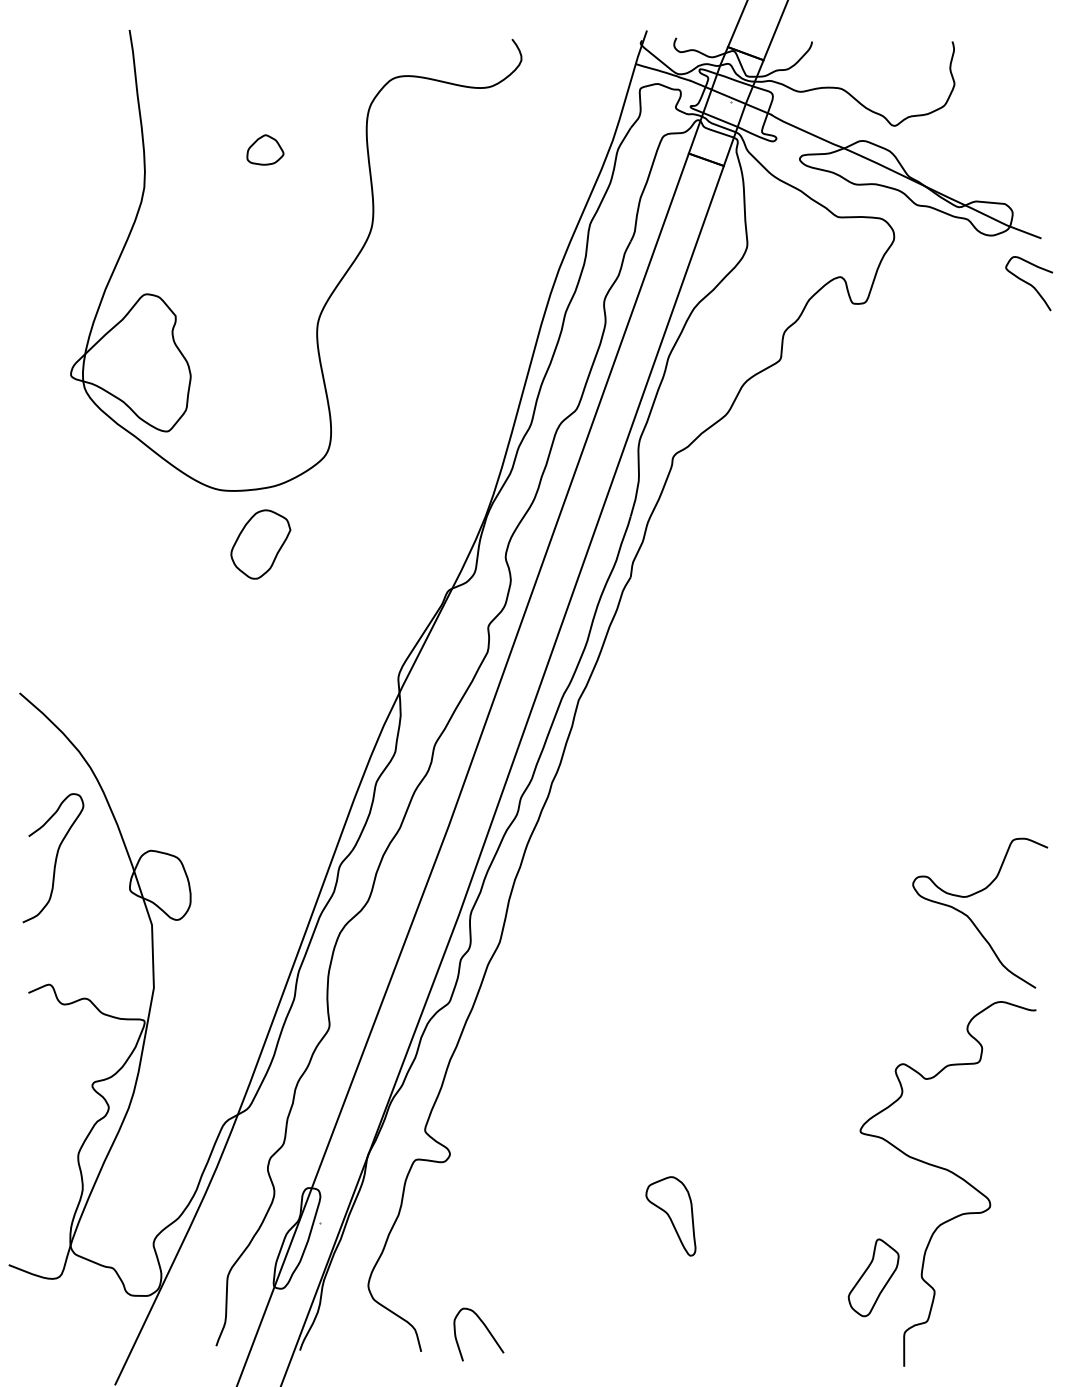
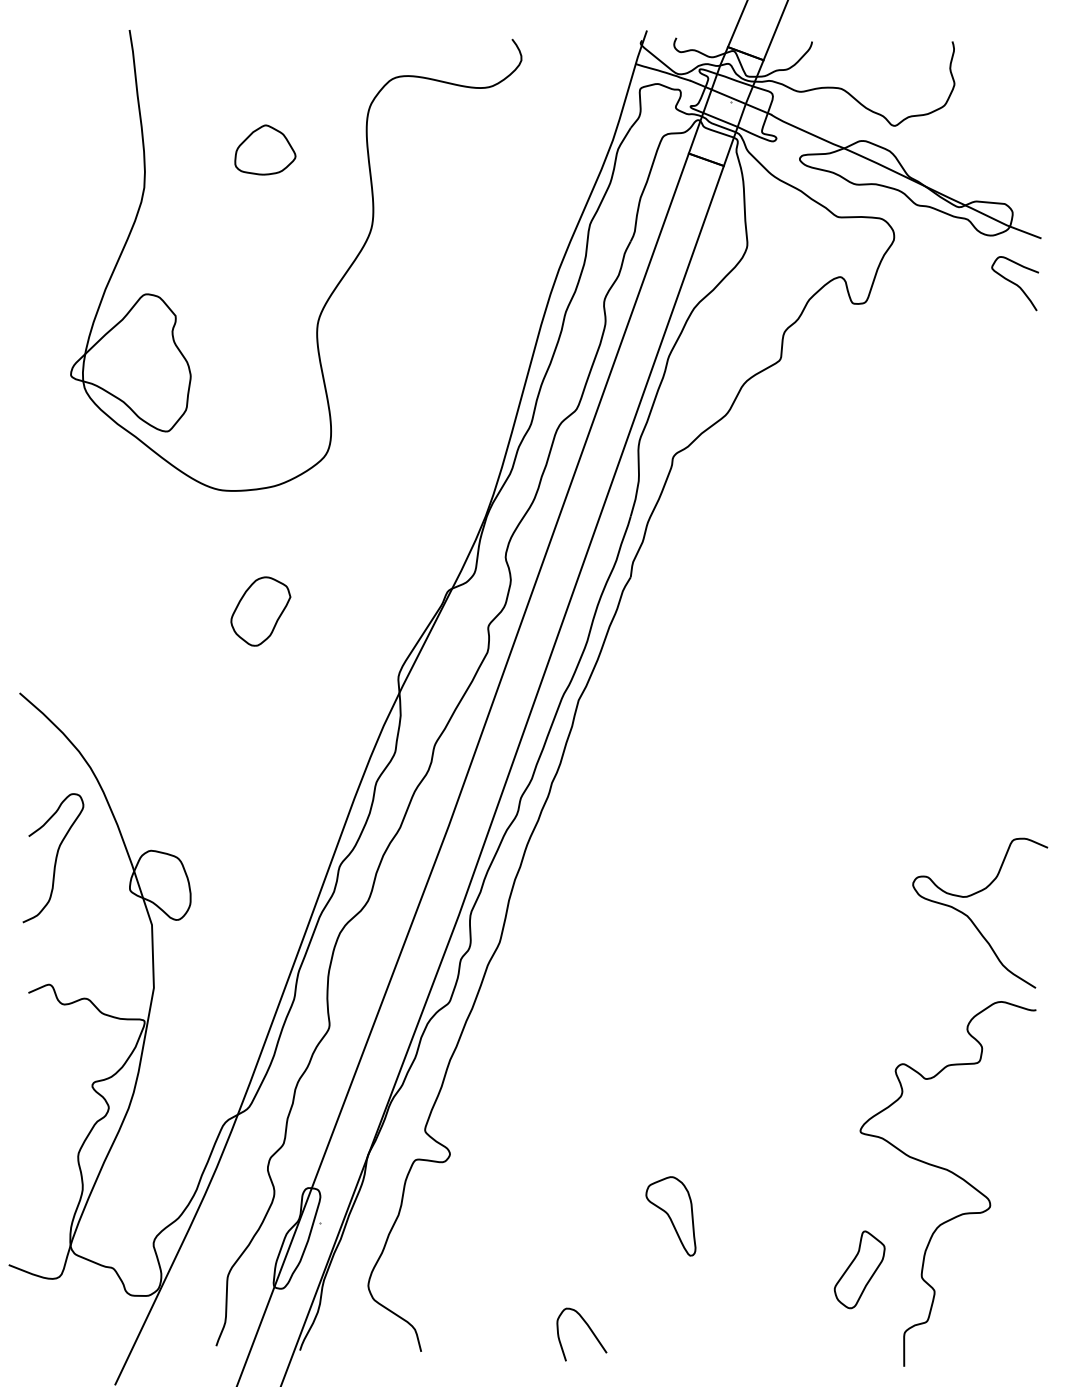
part at (265, 149) size: 39x32 px -> 63x52 px
curve at (1029, 283) position: (1029, 283) -> (1015, 283)
part at (260, 544) position: (260, 544) -> (260, 611)
part at (873, 1277) position: (873, 1277) -> (859, 1269)
curve at (486, 1329) position: (486, 1329) -> (589, 1329)
